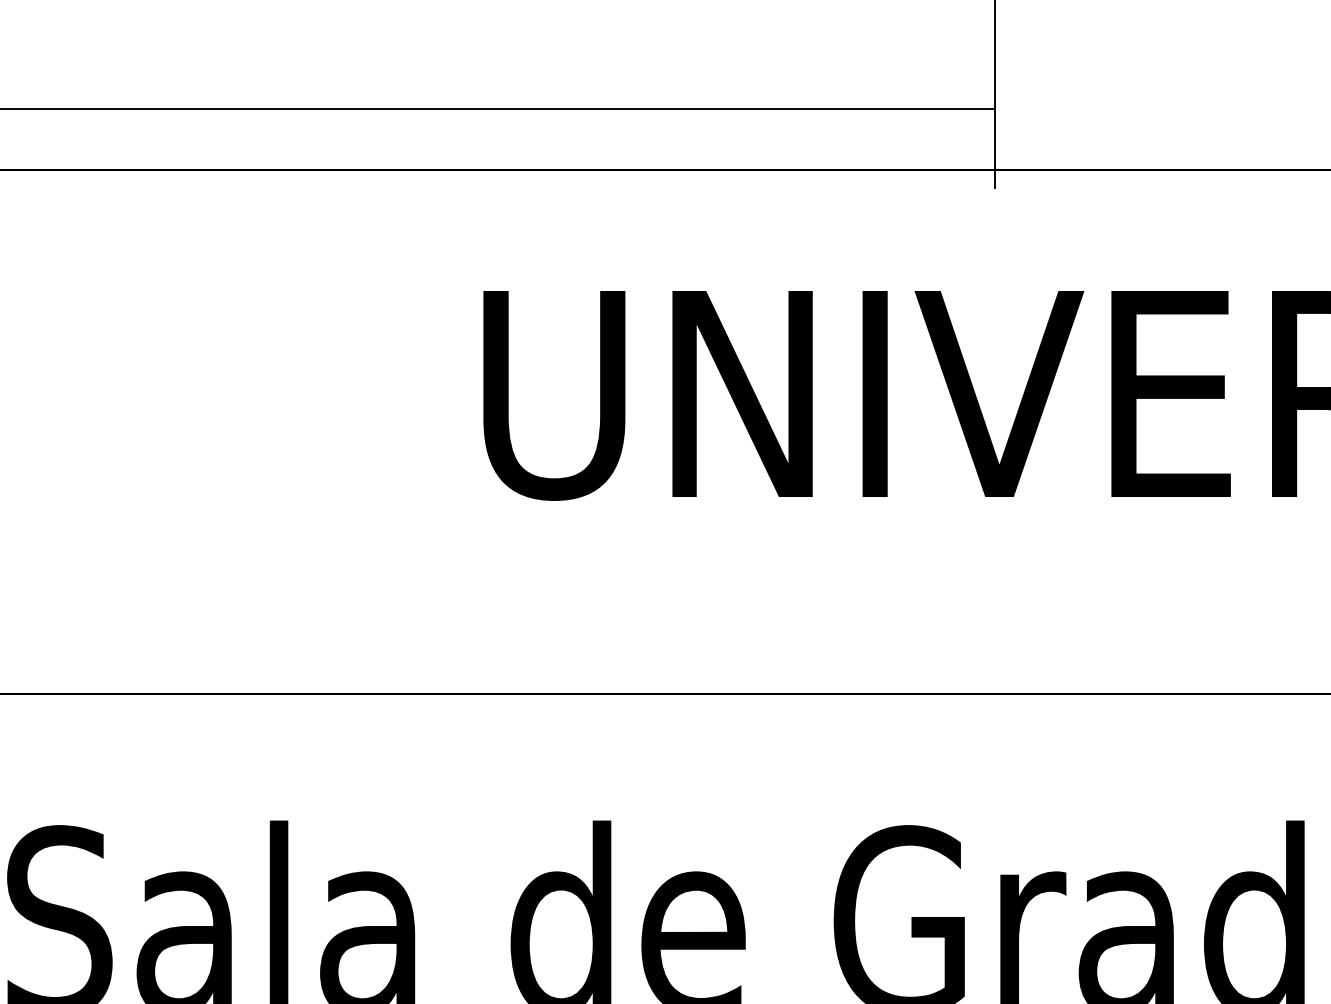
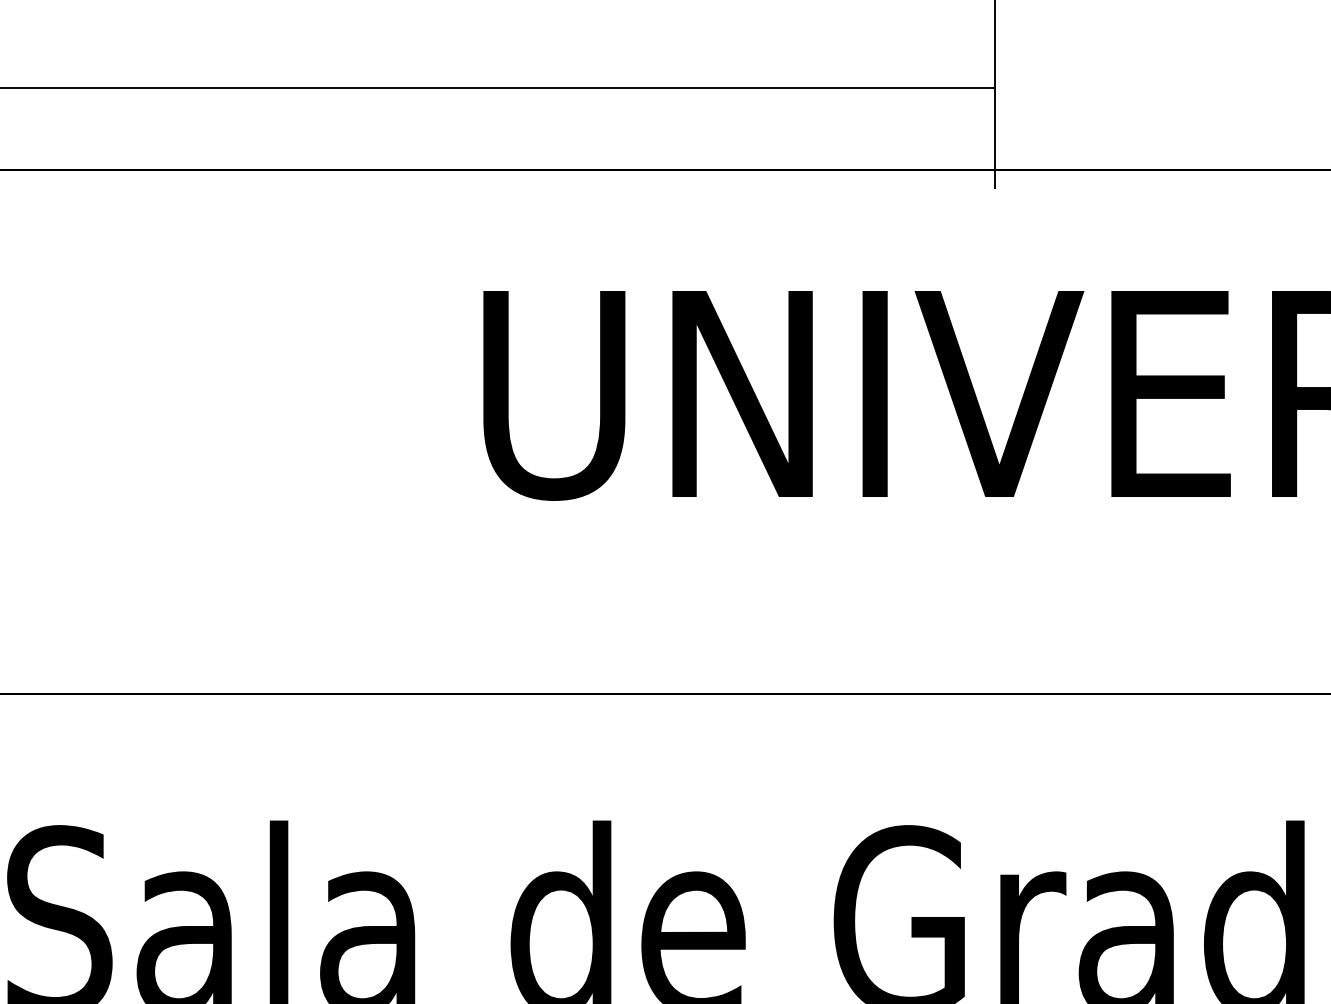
line at (498, 109) position: (498, 109) -> (498, 88)
